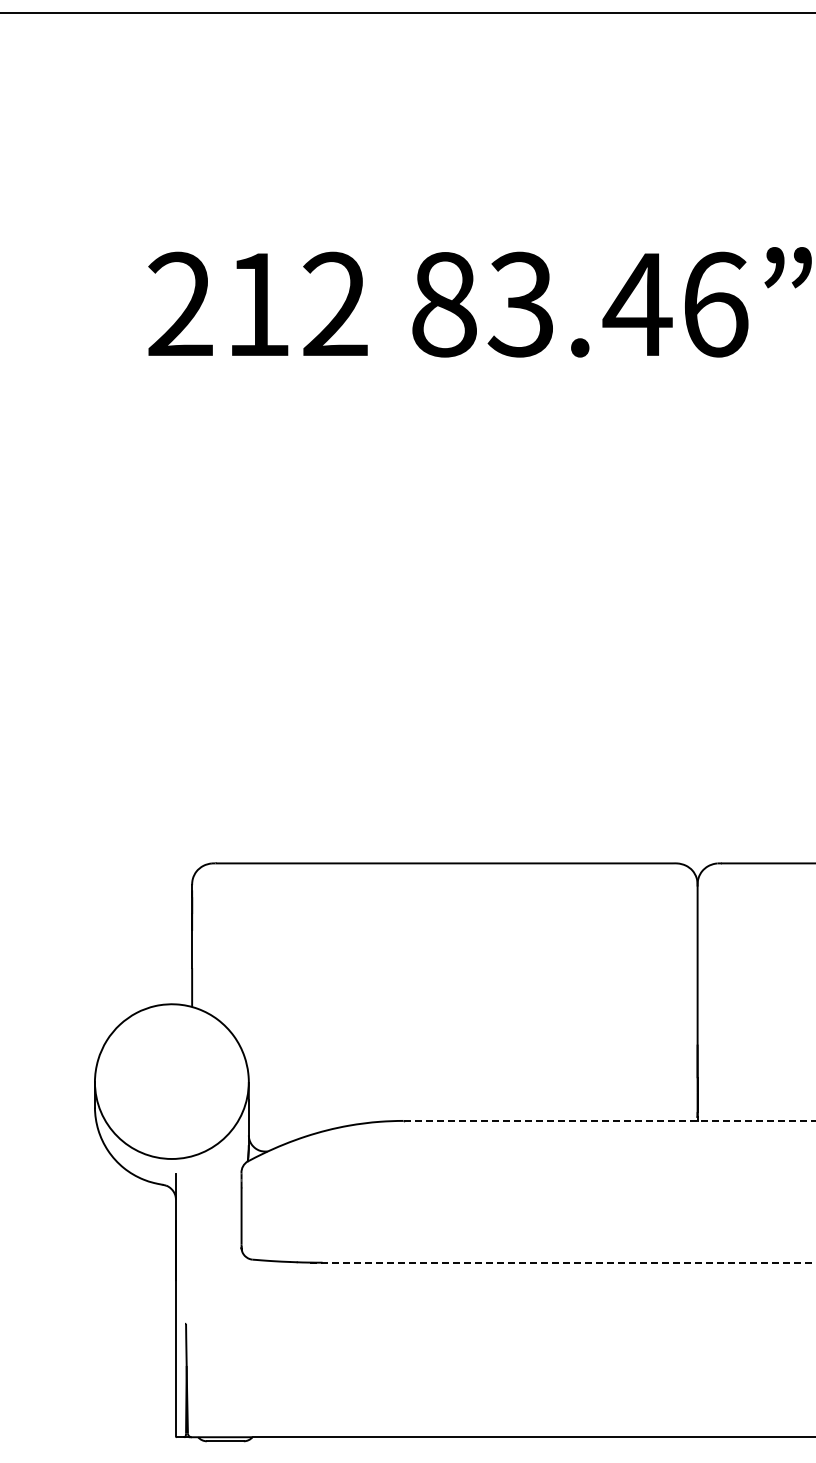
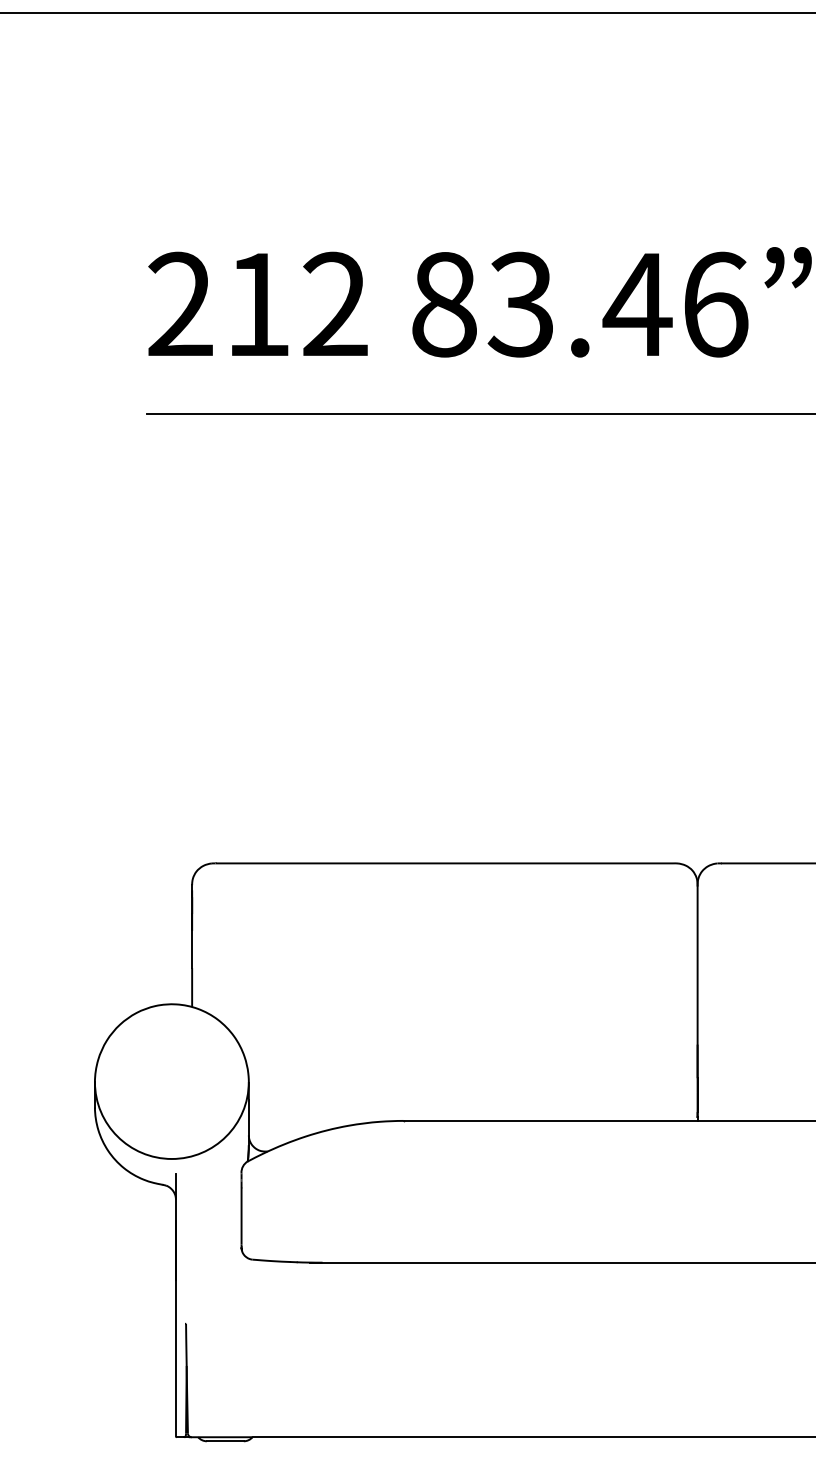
line at (479, 414): none -> present
line at (609, 1120): dashed -> solid
line at (562, 1262): dashed -> solid
